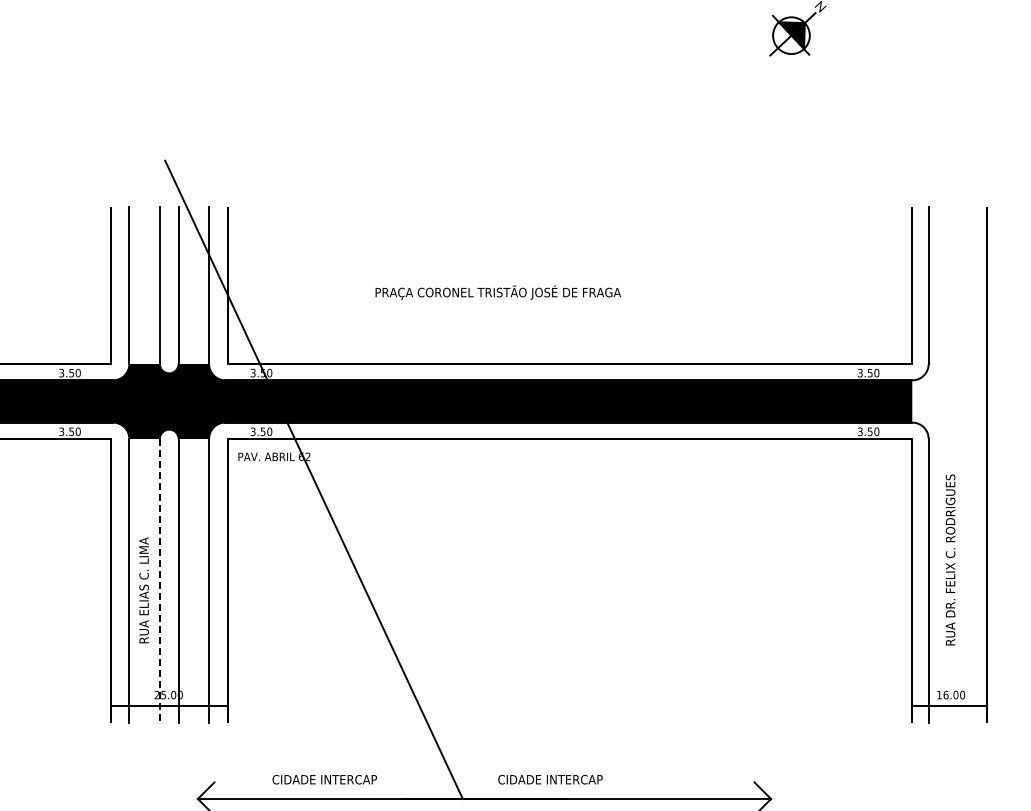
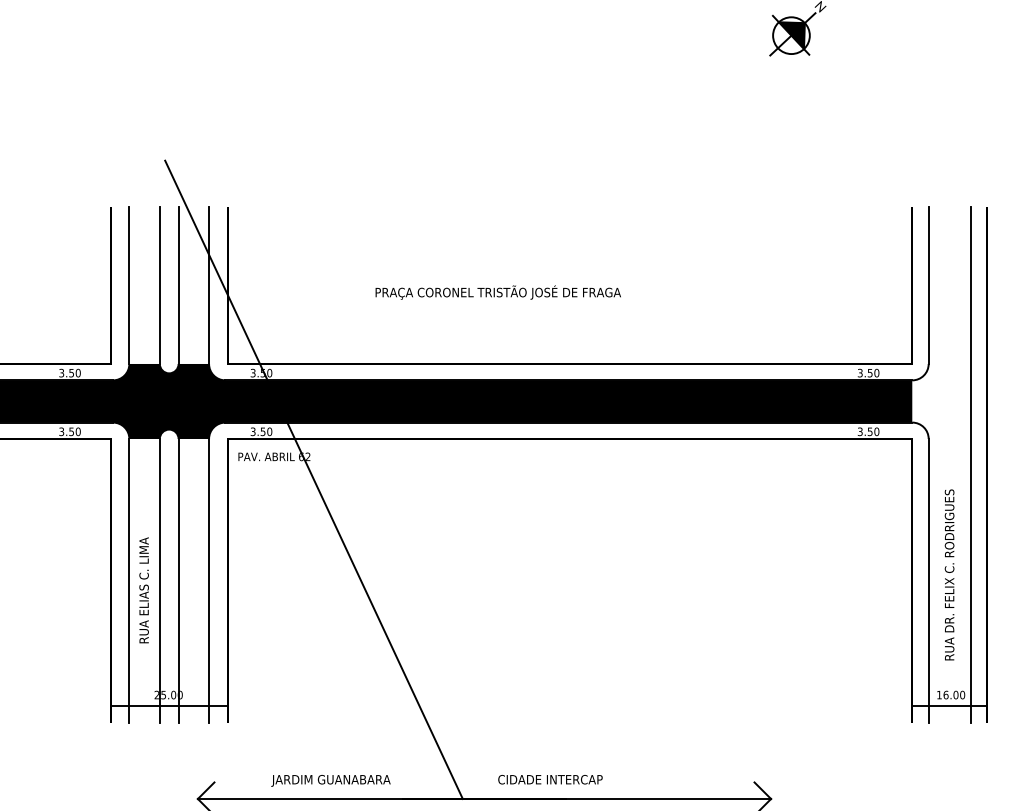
line at (970, 464): none -> present
text at (950, 559) position: (950, 559) -> (949, 574)
line at (159, 580): dashed -> solid
text at (330, 780): CIDADE INTERCAP -> JARDIM GUANABARA
